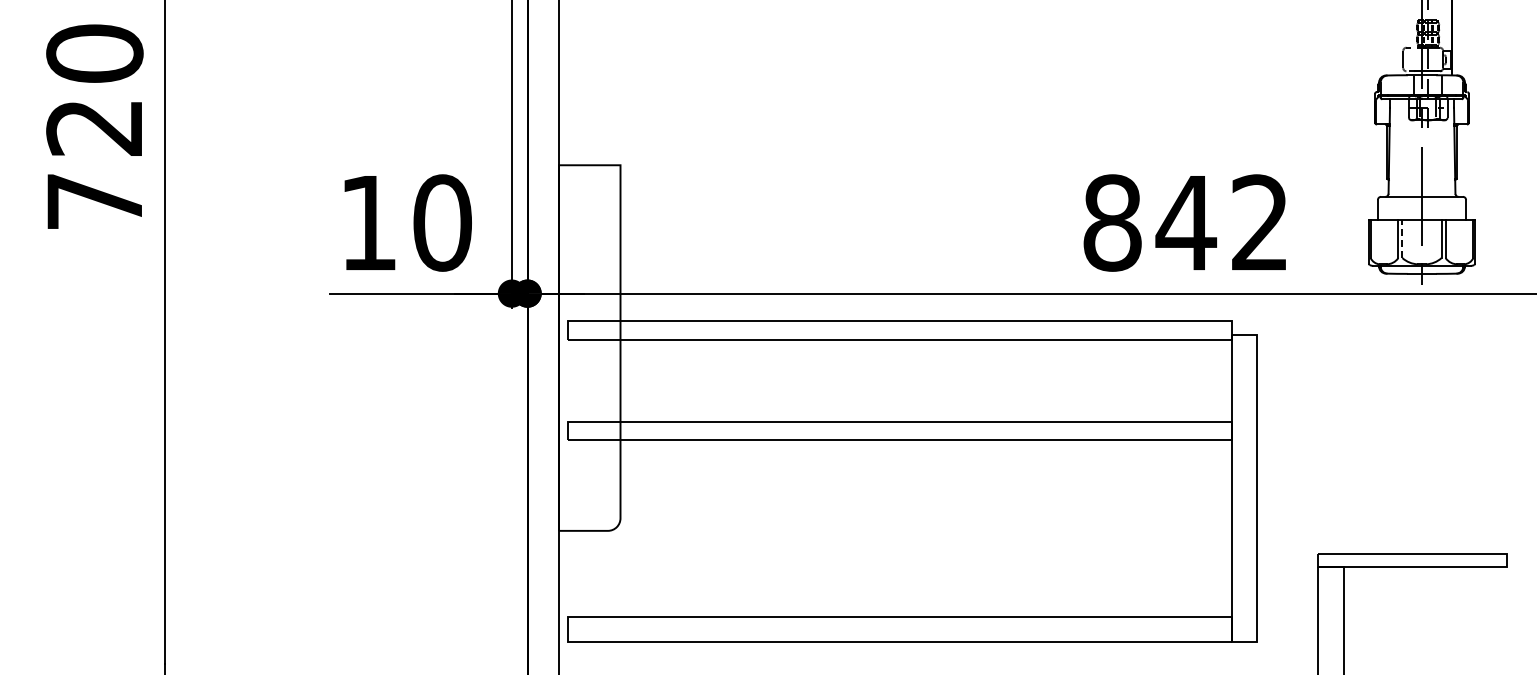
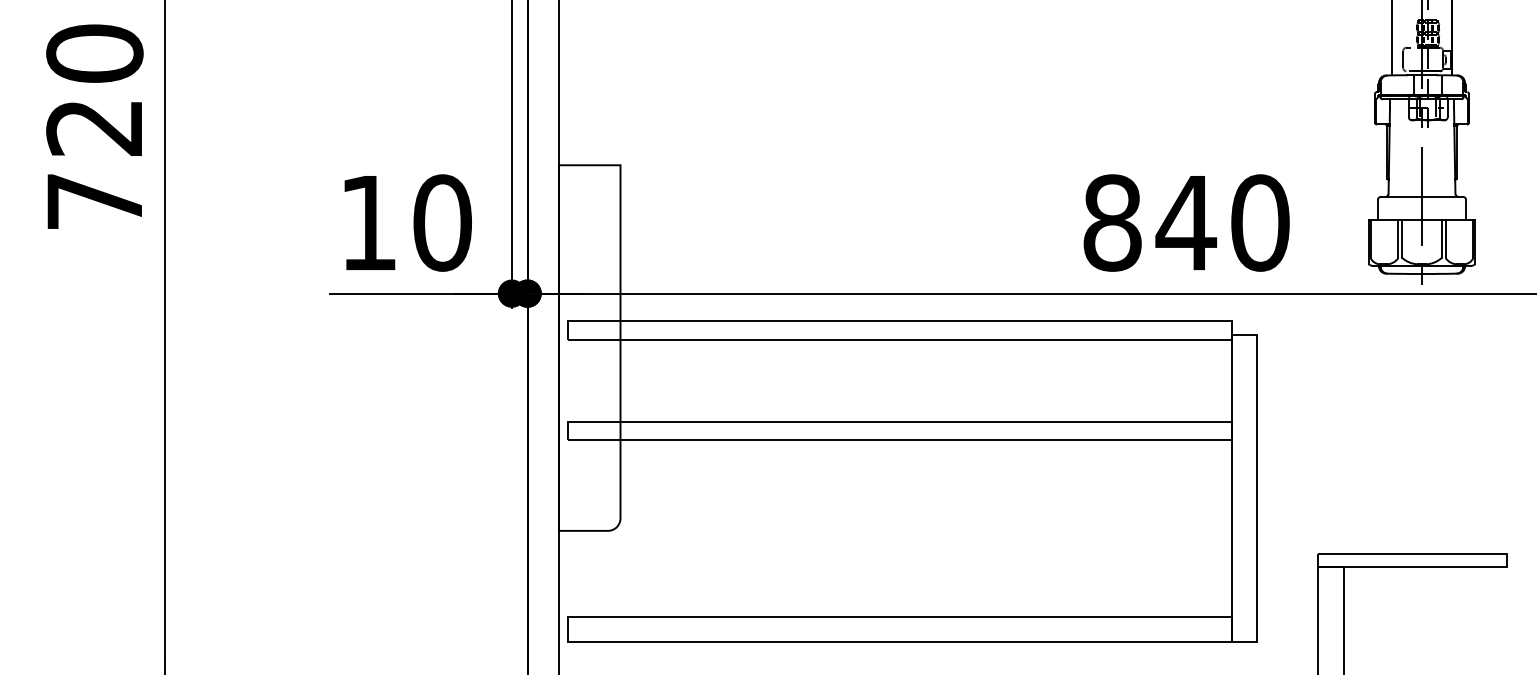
line at (1392, 38): none -> present
text at (1260, 222): 842 -> 840
line at (1402, 238): dashed -> solid
